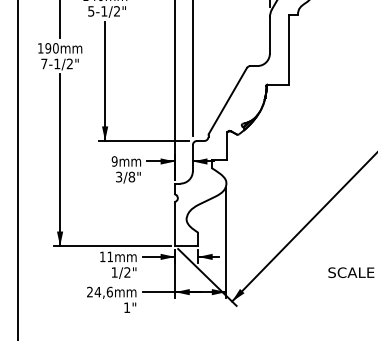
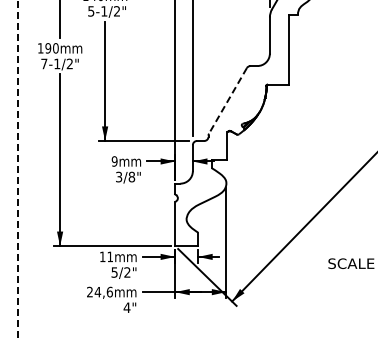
line at (227, 100): solid -> dashed
line at (17, 170): solid -> dashed
text at (114, 272): 1/2" -> 5/2"
text at (351, 272) position: (351, 272) -> (351, 263)
text at (126, 307): 1" -> 4"
